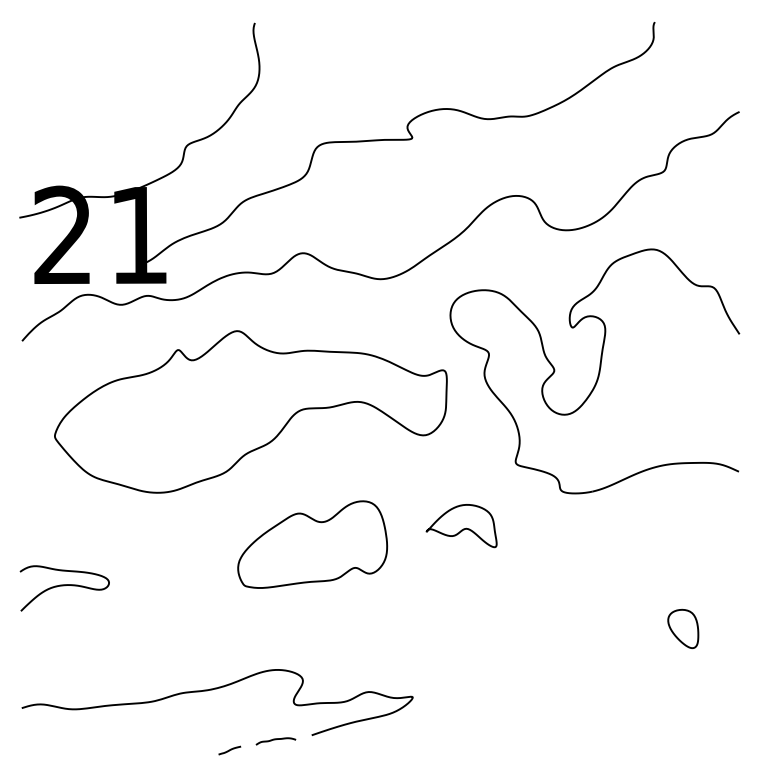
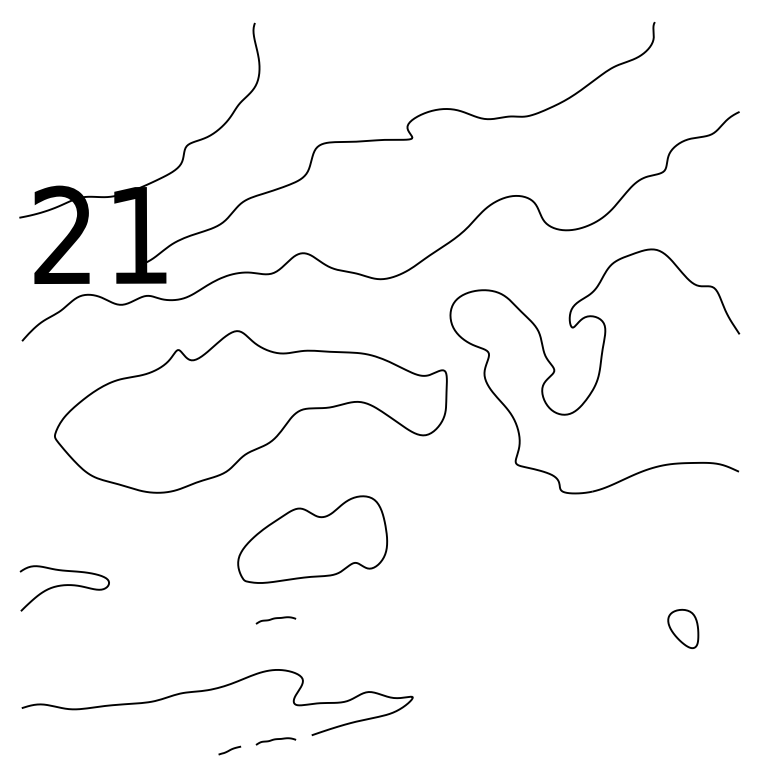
part at (461, 526): present -> none
part at (312, 544) position: (312, 544) -> (312, 539)
curve at (275, 619): none -> present
